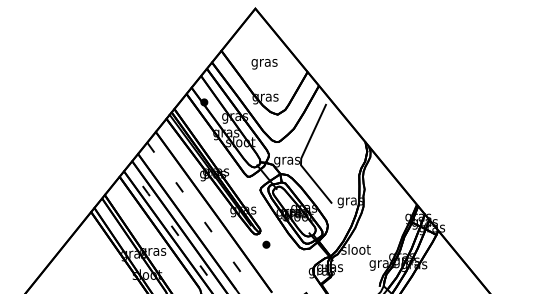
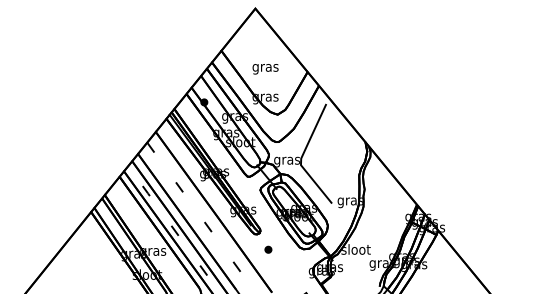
text at (264, 64) position: (264, 64) -> (265, 69)
part at (266, 244) position: (266, 244) -> (268, 249)
